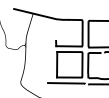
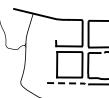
line at (66, 83): solid -> dashed
